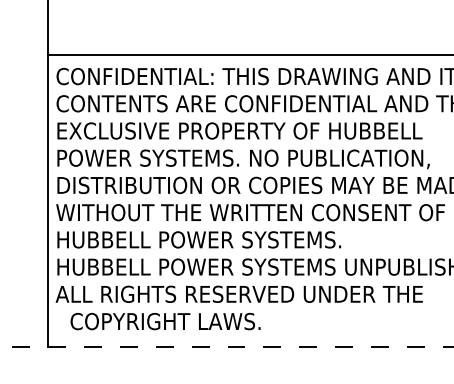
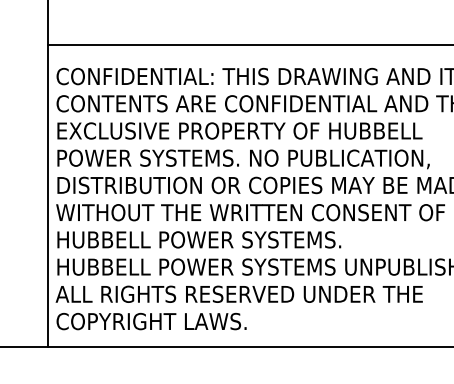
line at (249, 54) position: (249, 54) -> (249, 44)
text at (165, 321) position: (165, 321) -> (151, 321)
line at (227, 347): dashed -> solid
